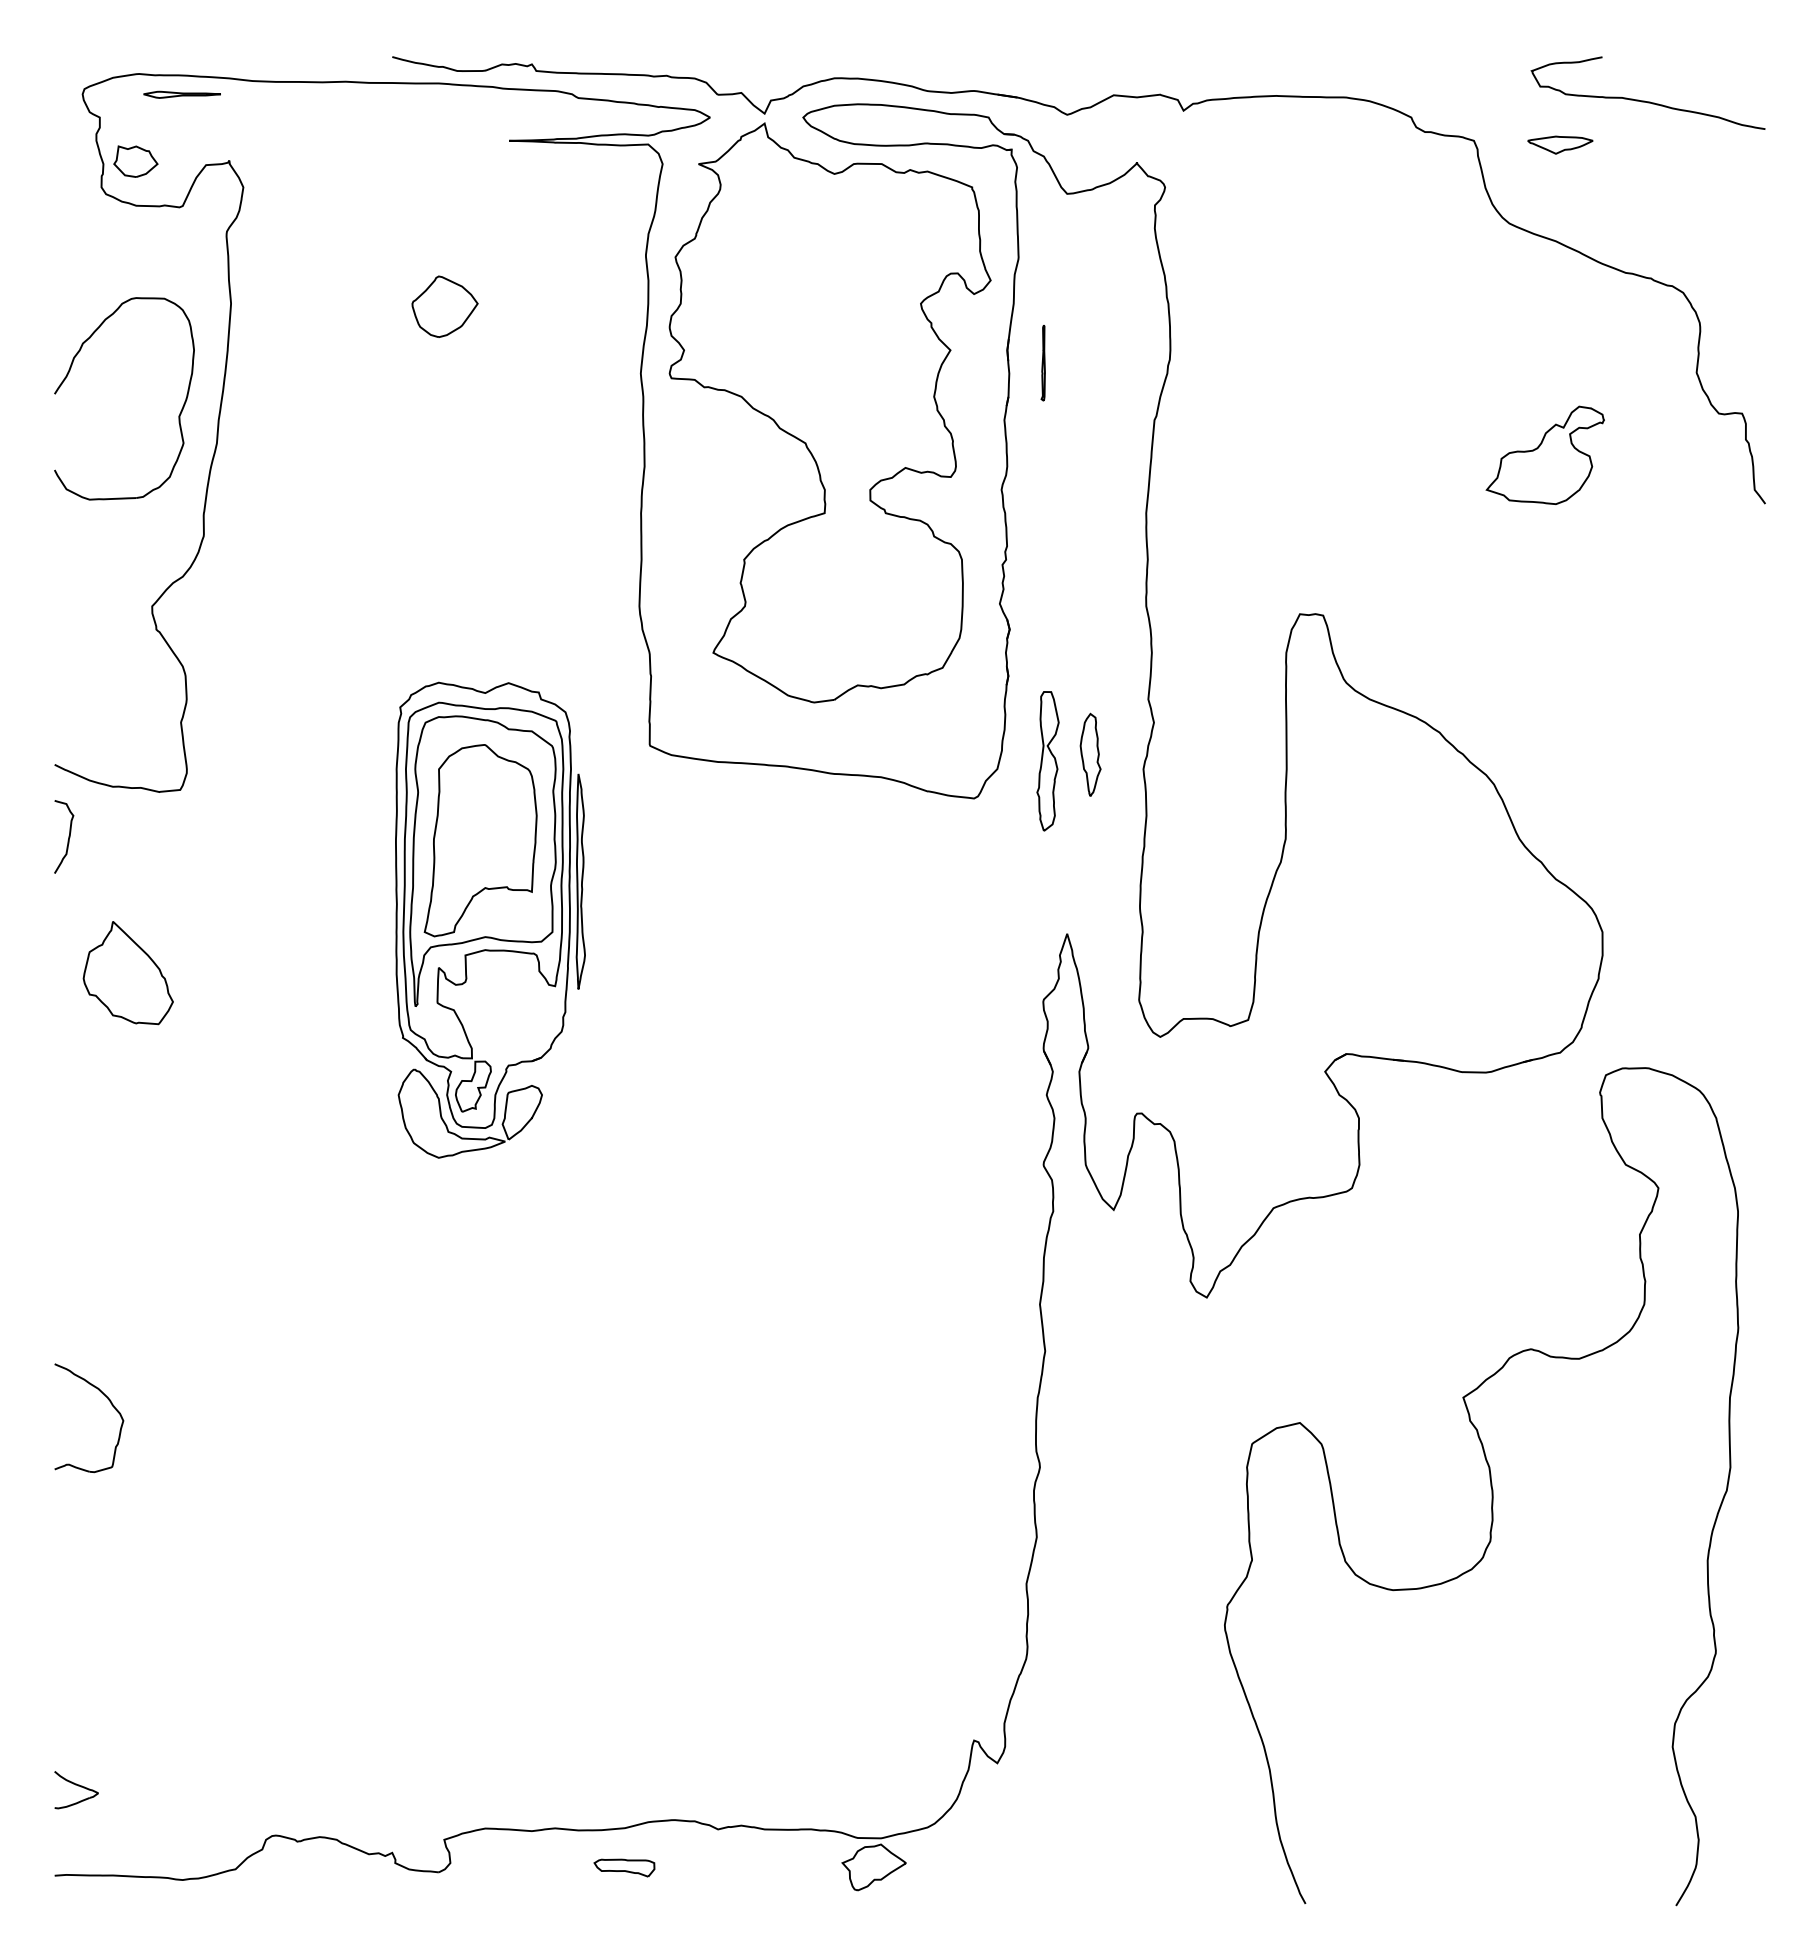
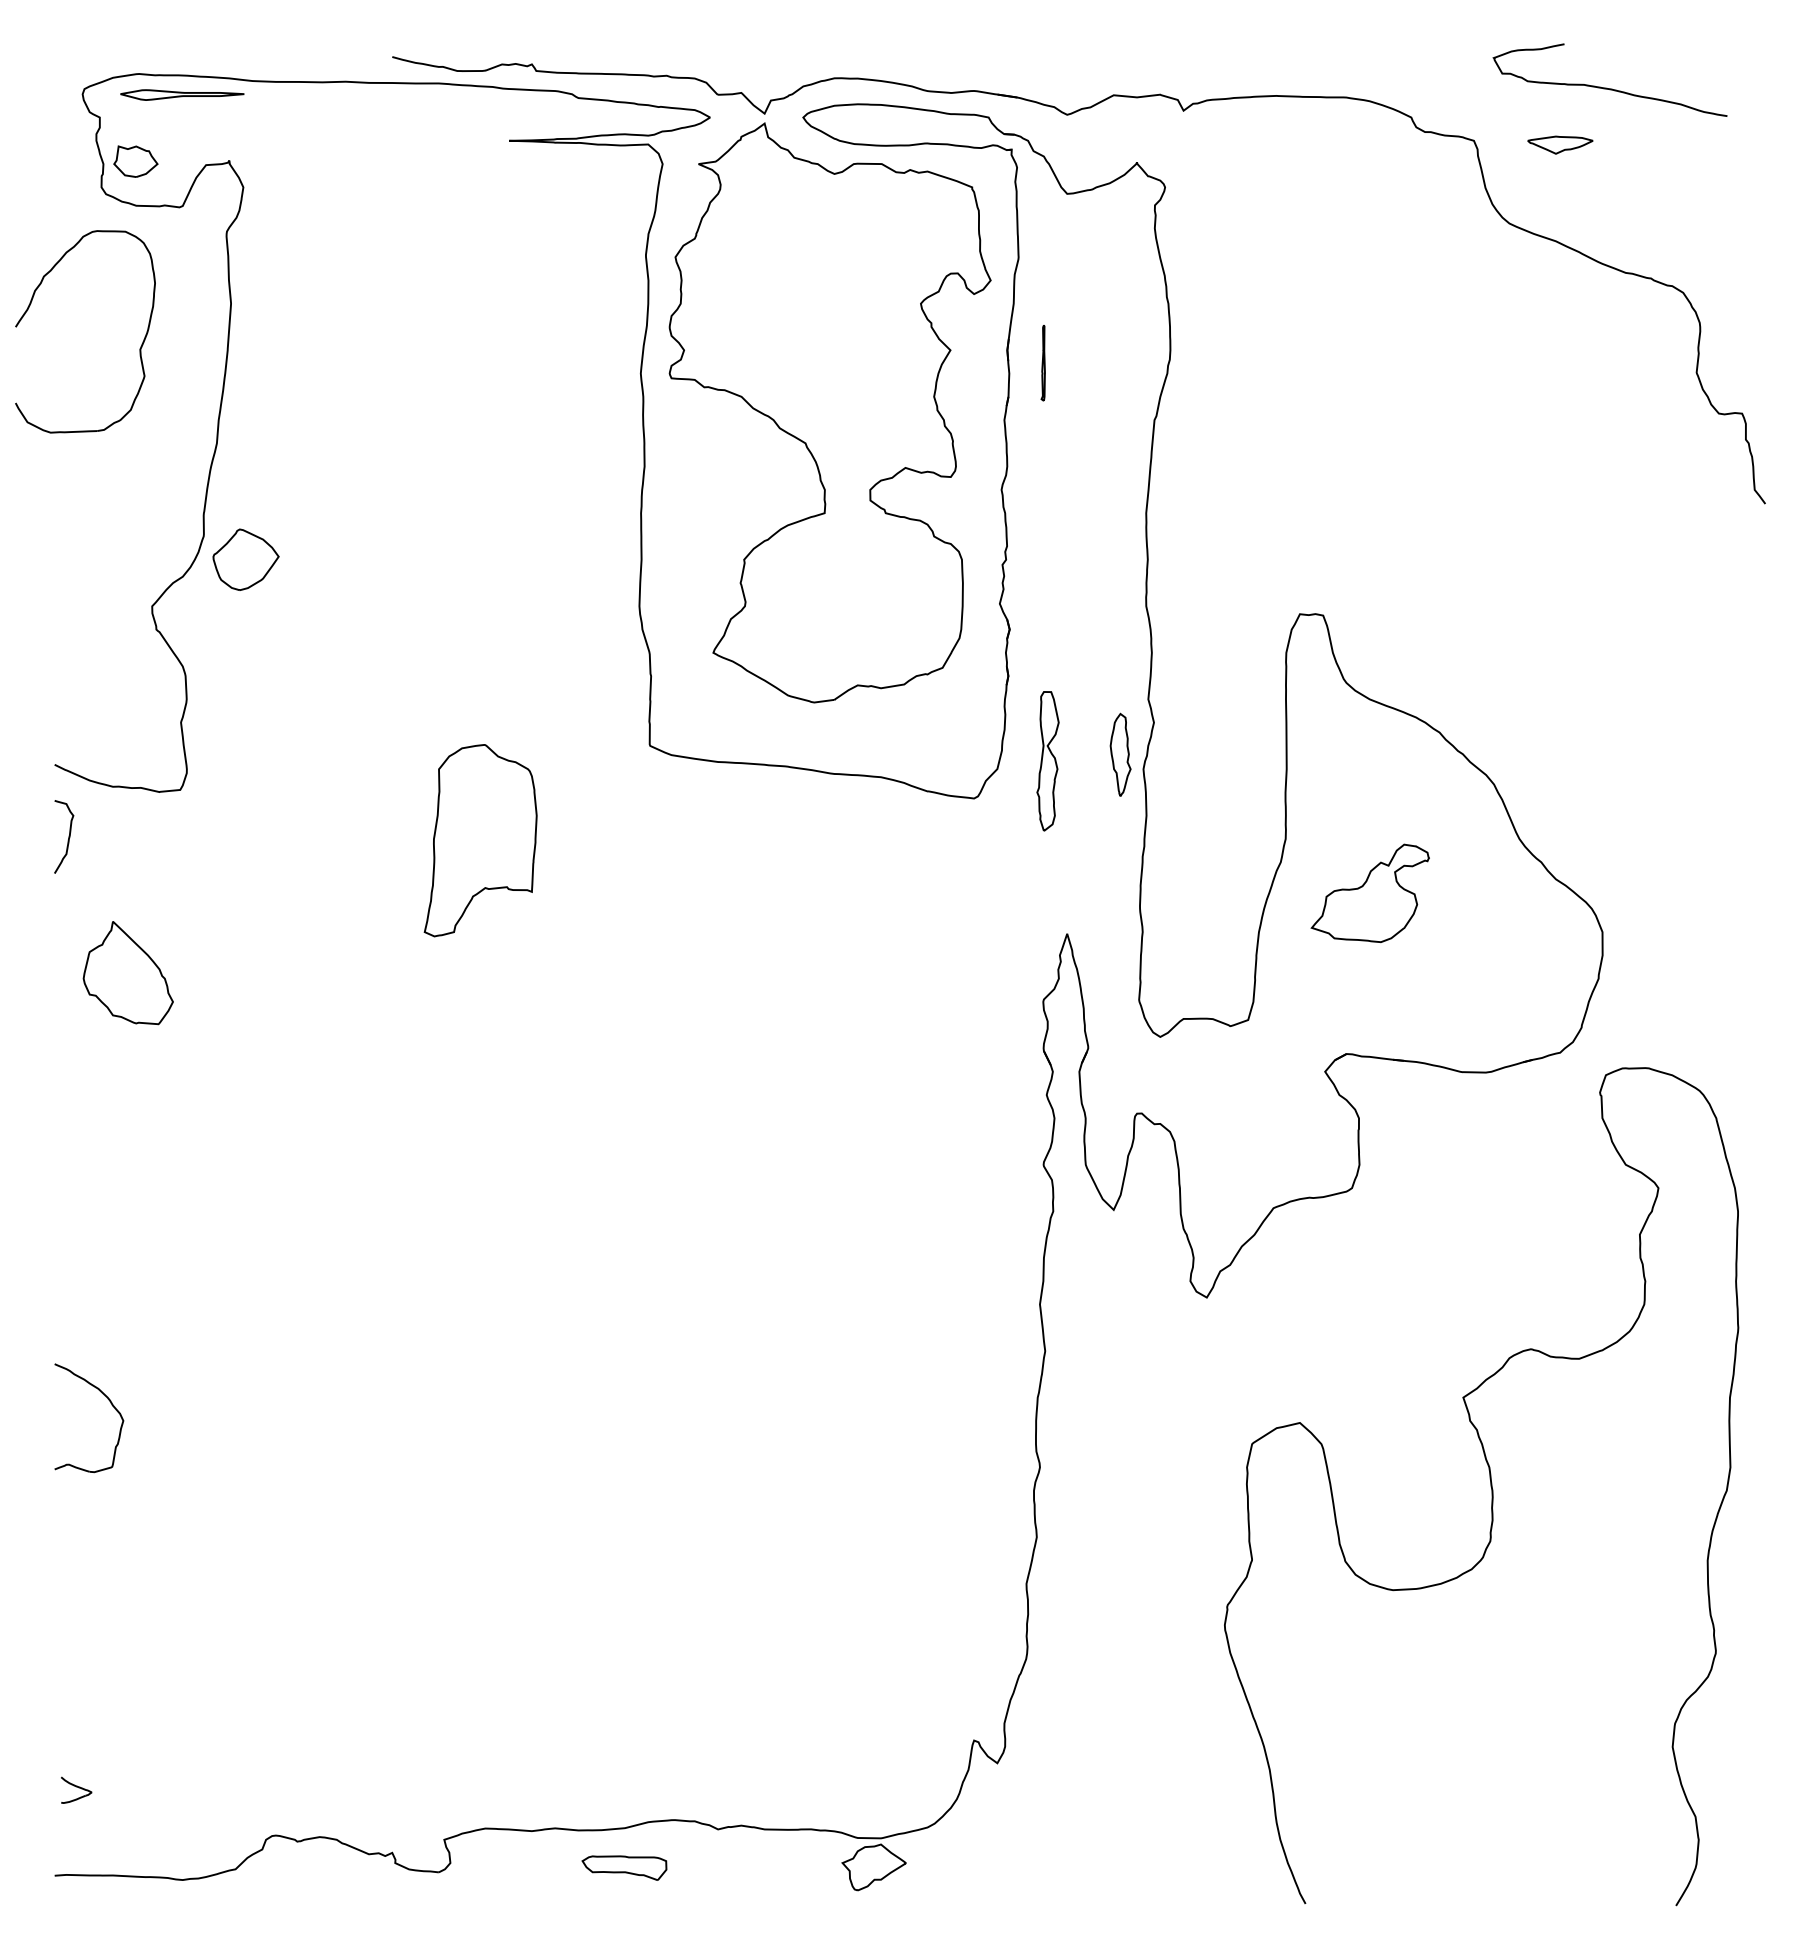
part at (181, 94) size: 78x9 px -> 125x12 px
curve at (1644, 100) position: (1644, 100) -> (1606, 87)
part at (444, 306) position: (444, 306) -> (245, 559)
part at (178, 415) position: (178, 415) -> (139, 348)
part at (1544, 454) position: (1544, 454) -> (1369, 892)
part at (1090, 754) position: (1090, 754) -> (1120, 754)
part at (490, 919): present -> none
part at (76, 1790) size: 45x39 px -> 32x28 px
part at (624, 1867) size: 63x20 px -> 87x26 px
